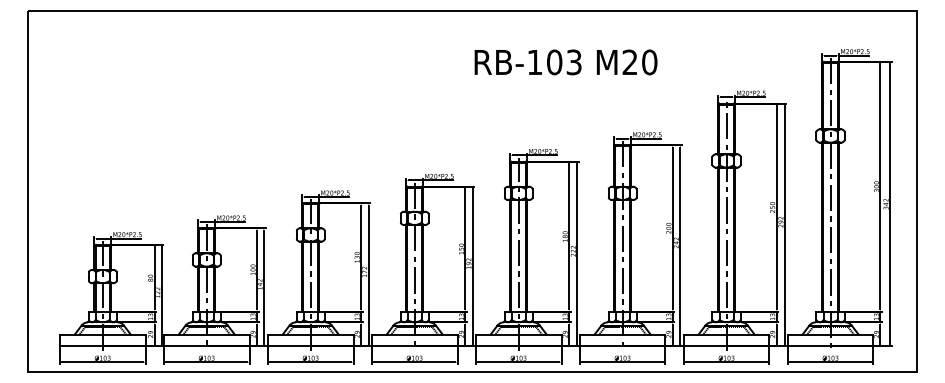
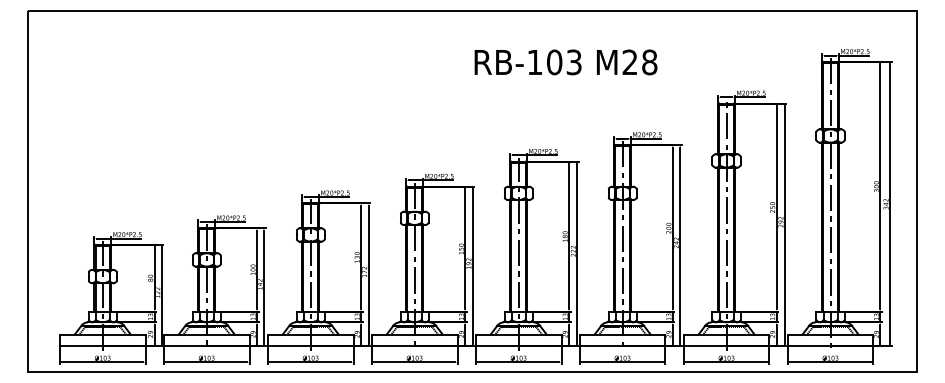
text at (649, 62): M20 -> M28
